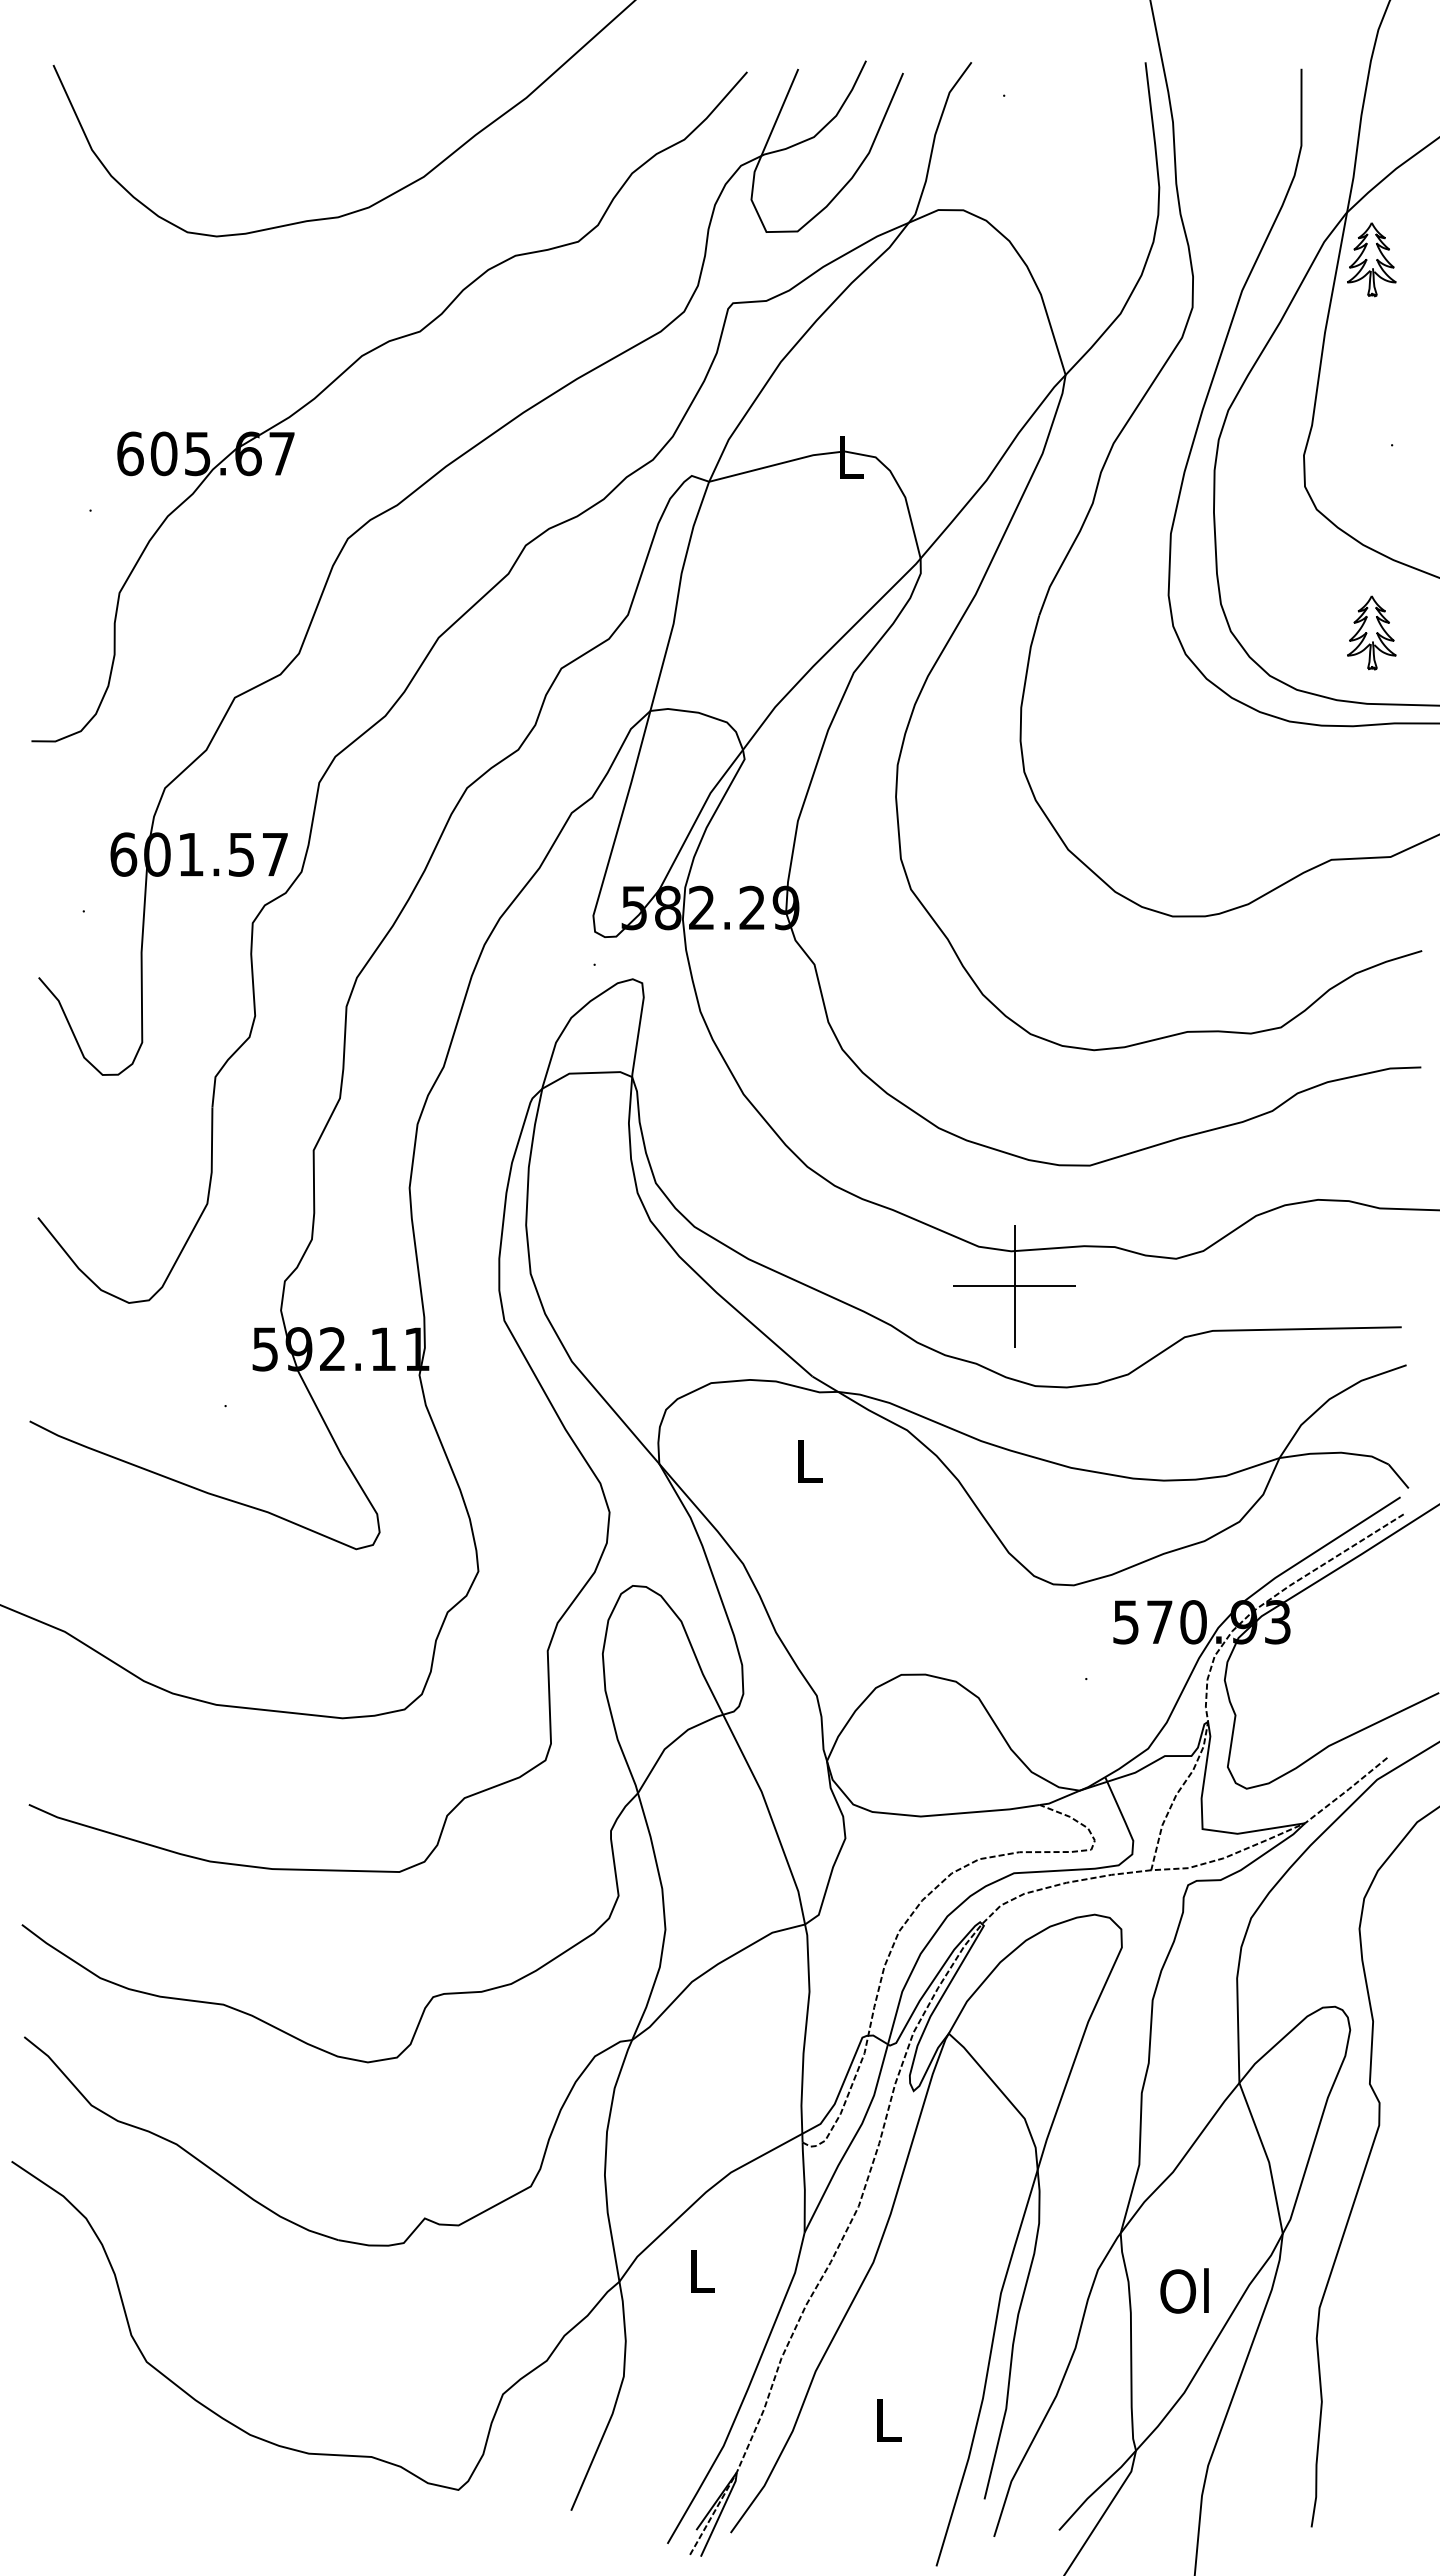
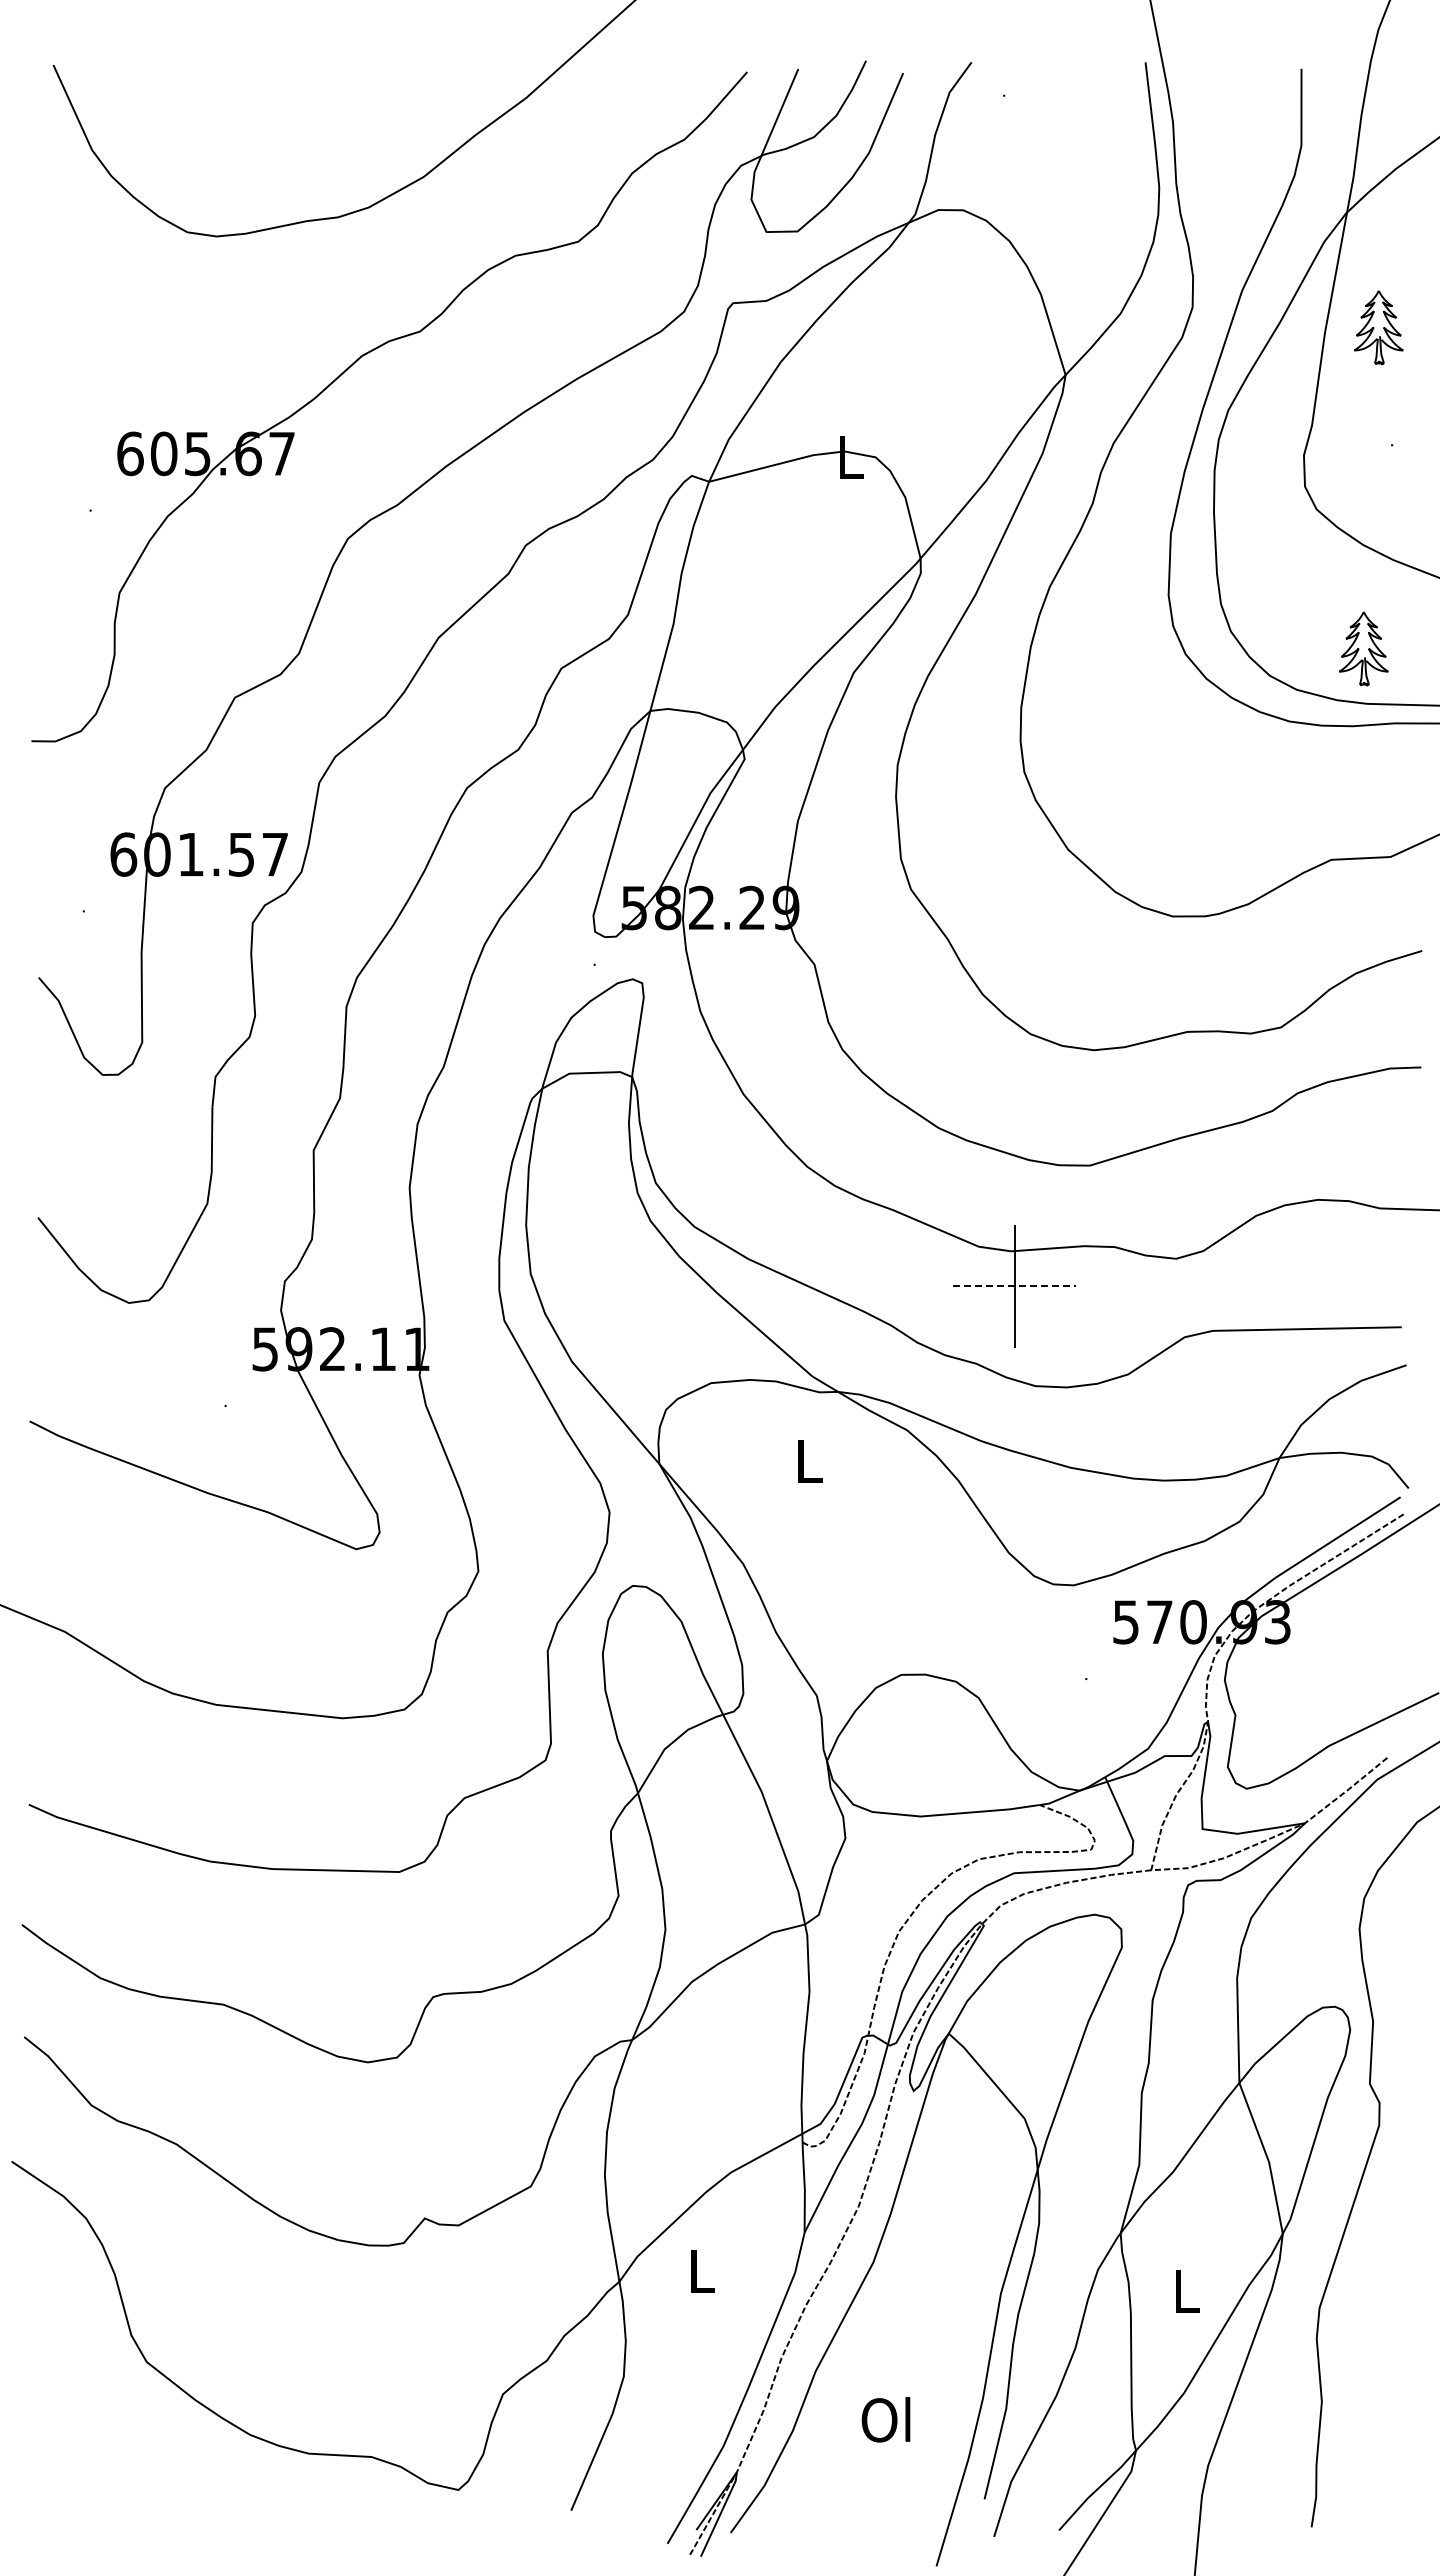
part at (1371, 259) position: (1371, 259) -> (1378, 327)
part at (1371, 632) position: (1371, 632) -> (1363, 648)
line at (1015, 1286): solid -> dashed
text at (1184, 2290): Ol -> L
text at (885, 2419): L -> Ol
